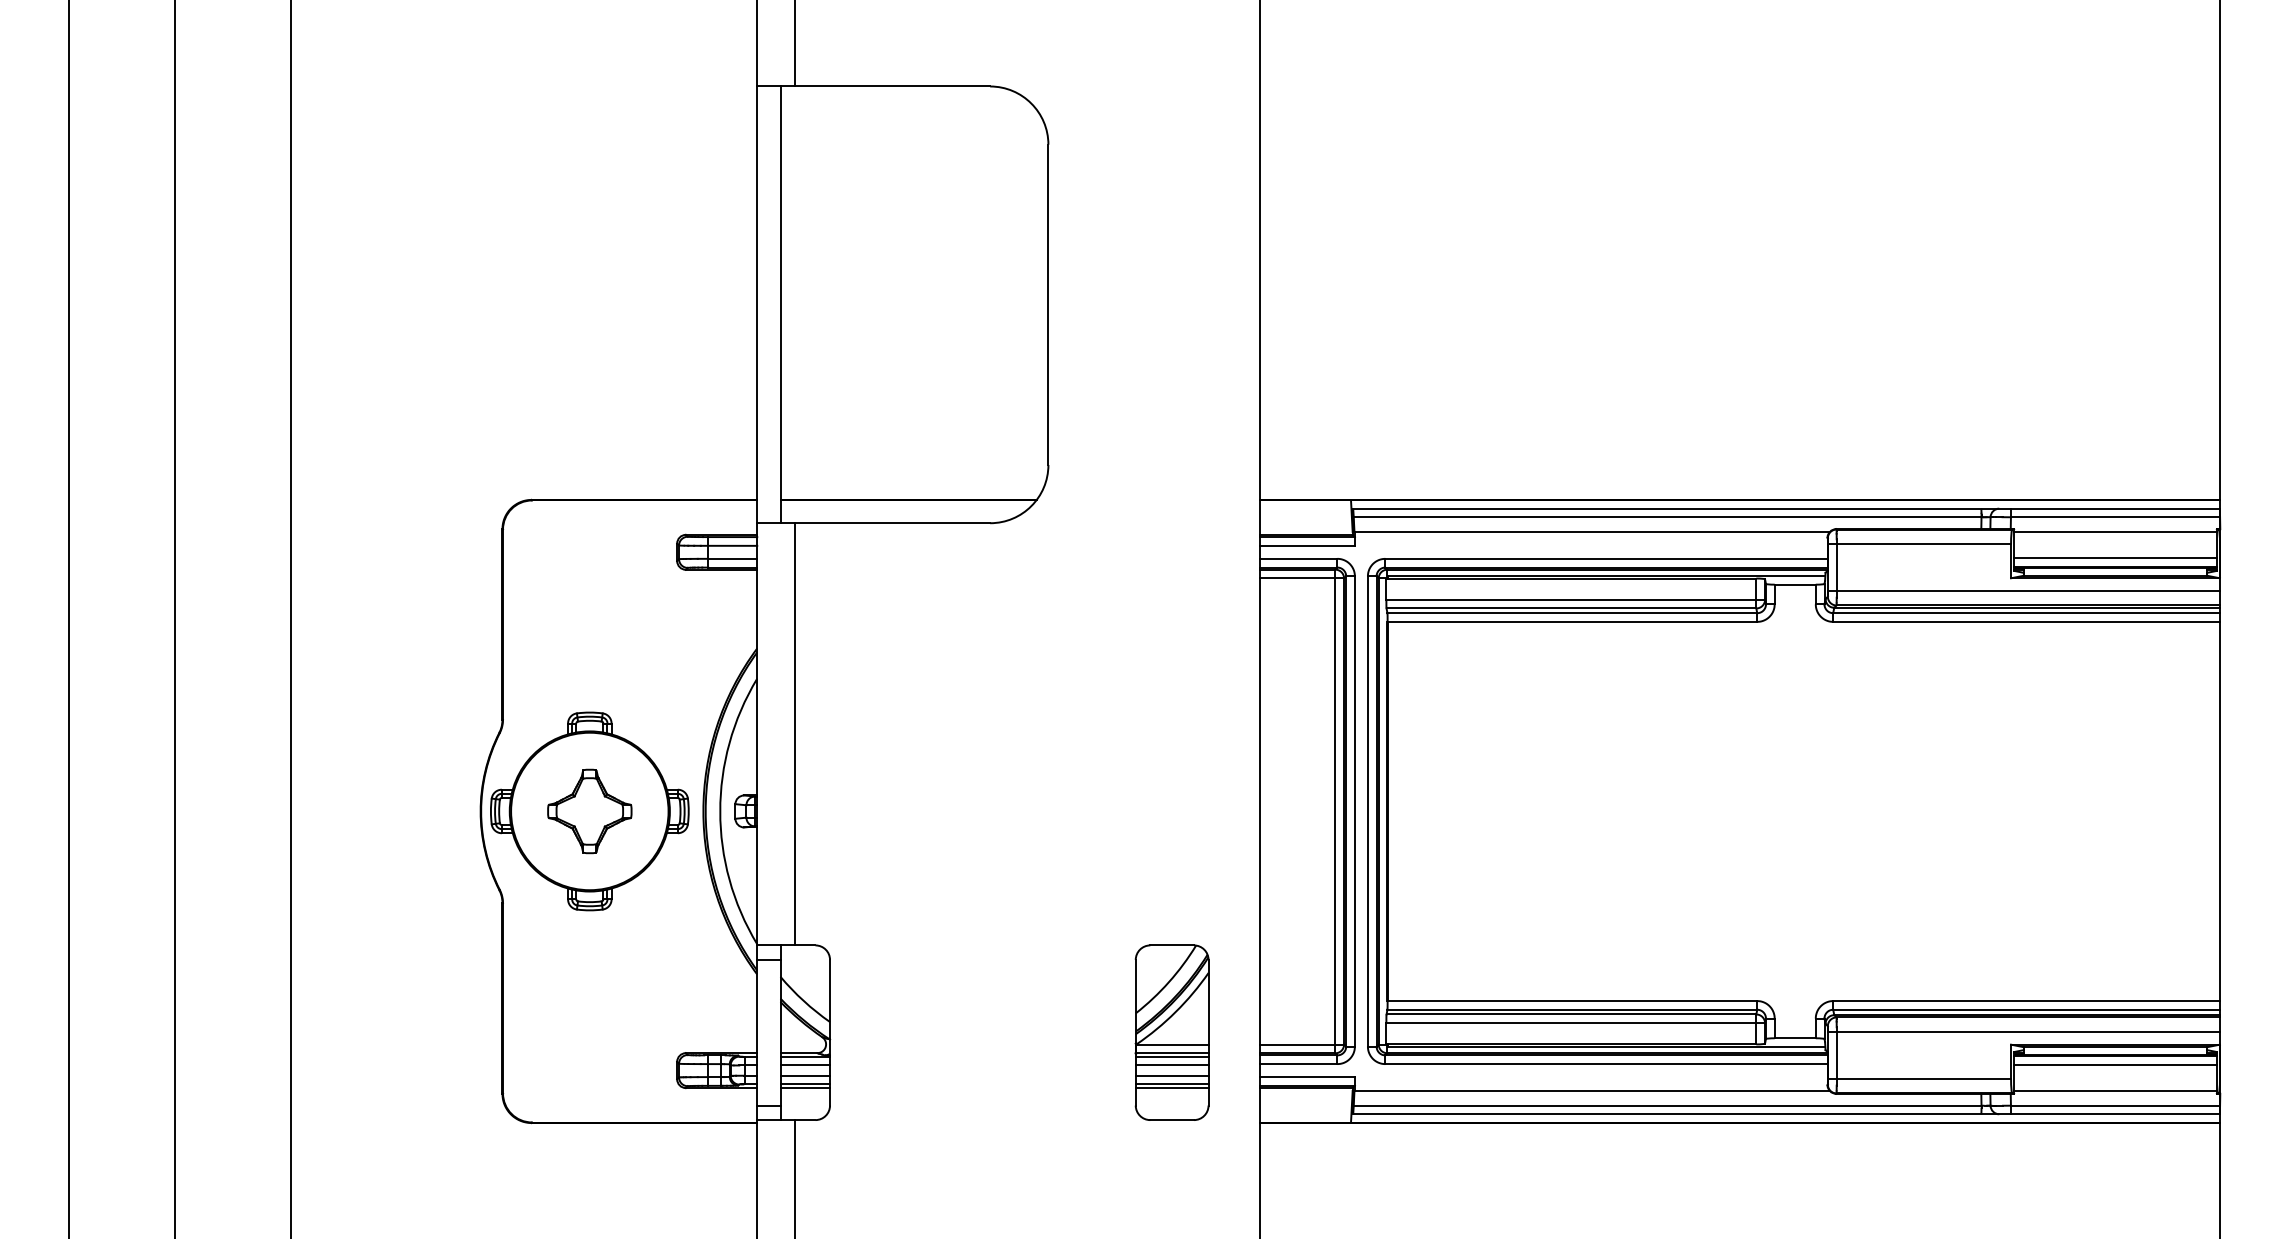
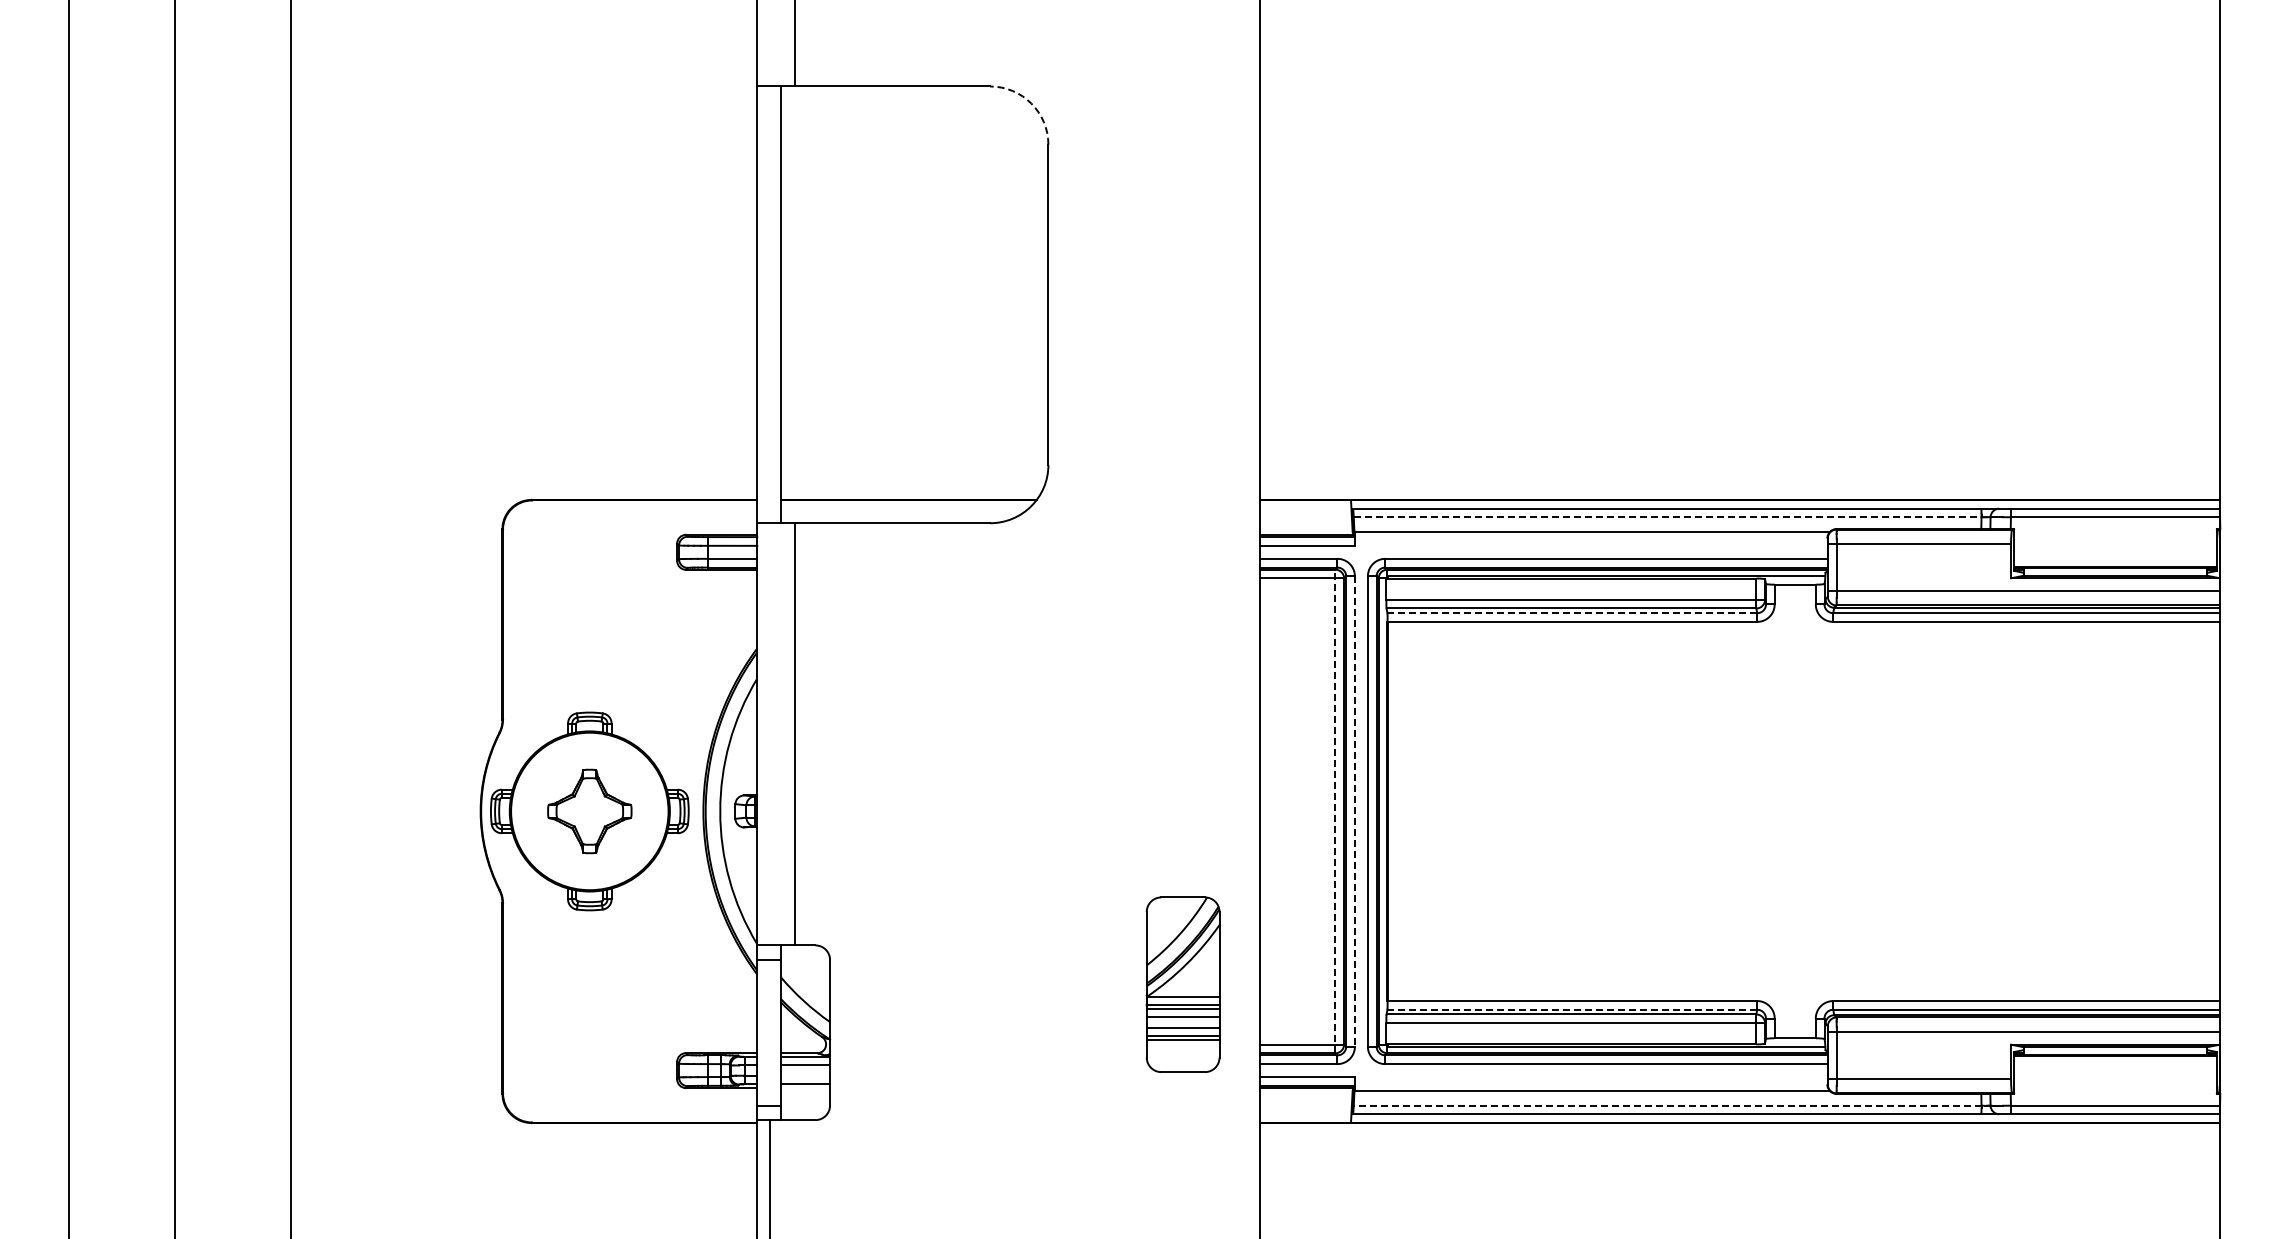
arc at (1031, 103): solid -> dashed
line at (1667, 517): solid -> dashed
line at (2115, 531): present -> none
line at (2115, 558): present -> none
line at (1572, 613): solid -> dashed
line at (1335, 811): solid -> dashed
line at (1354, 811): solid -> dashed
line at (1572, 1009): solid -> dashed
part at (1171, 1032) position: (1171, 1032) -> (1182, 984)
line at (2115, 1064): present -> none
line at (805, 1075): present -> none
line at (805, 1088): present -> none
line at (2115, 1090): present -> none
line at (1667, 1105): solid -> dashed
line at (795, 1177) position: (795, 1177) -> (770, 1177)
